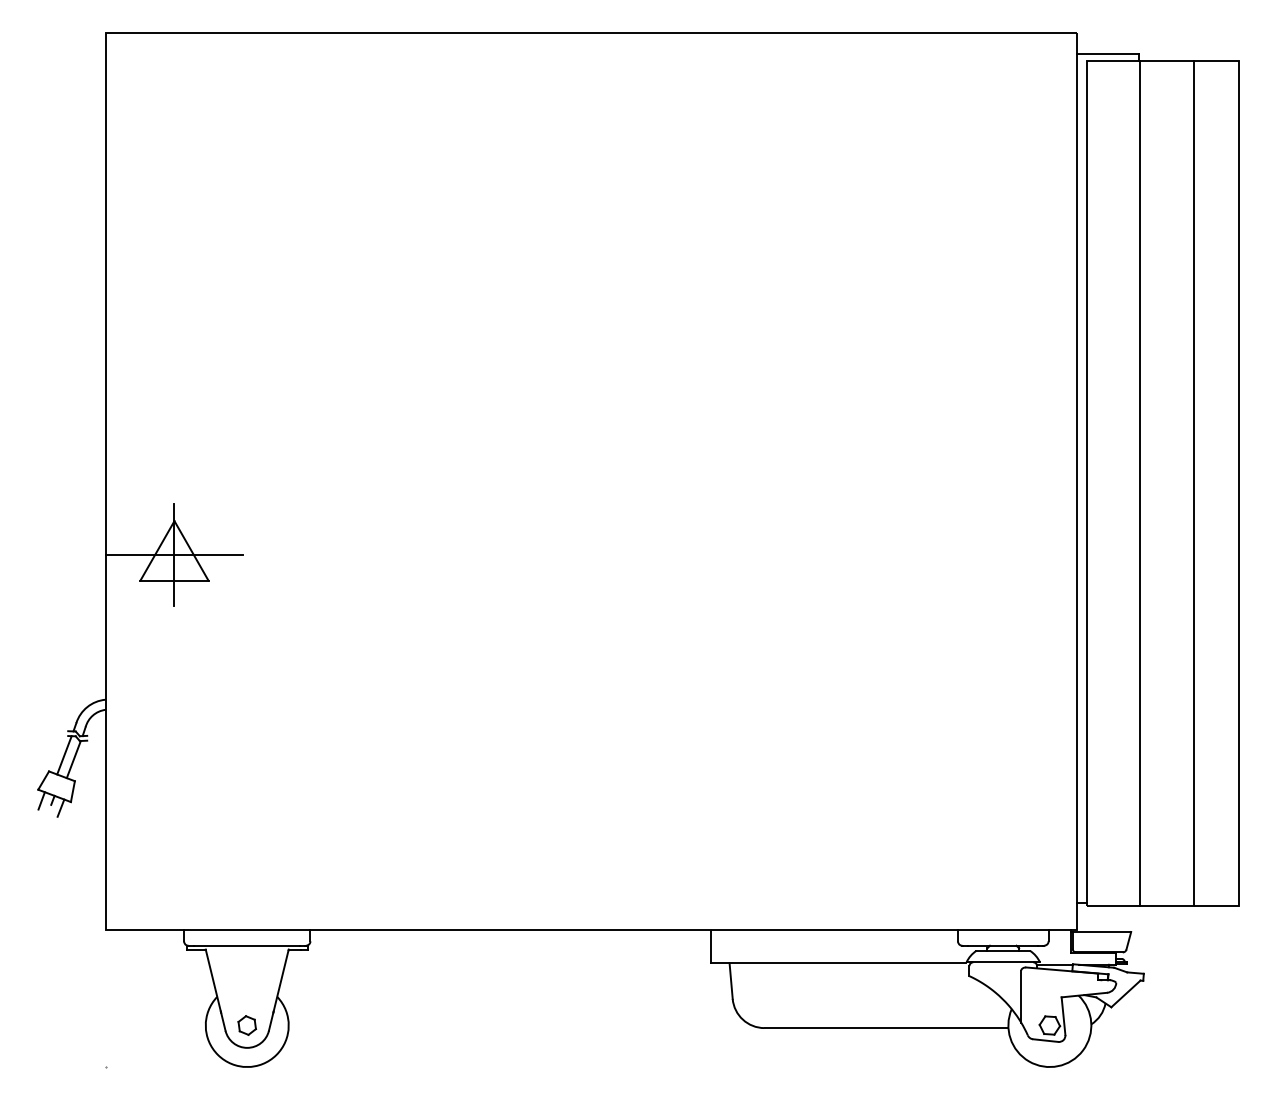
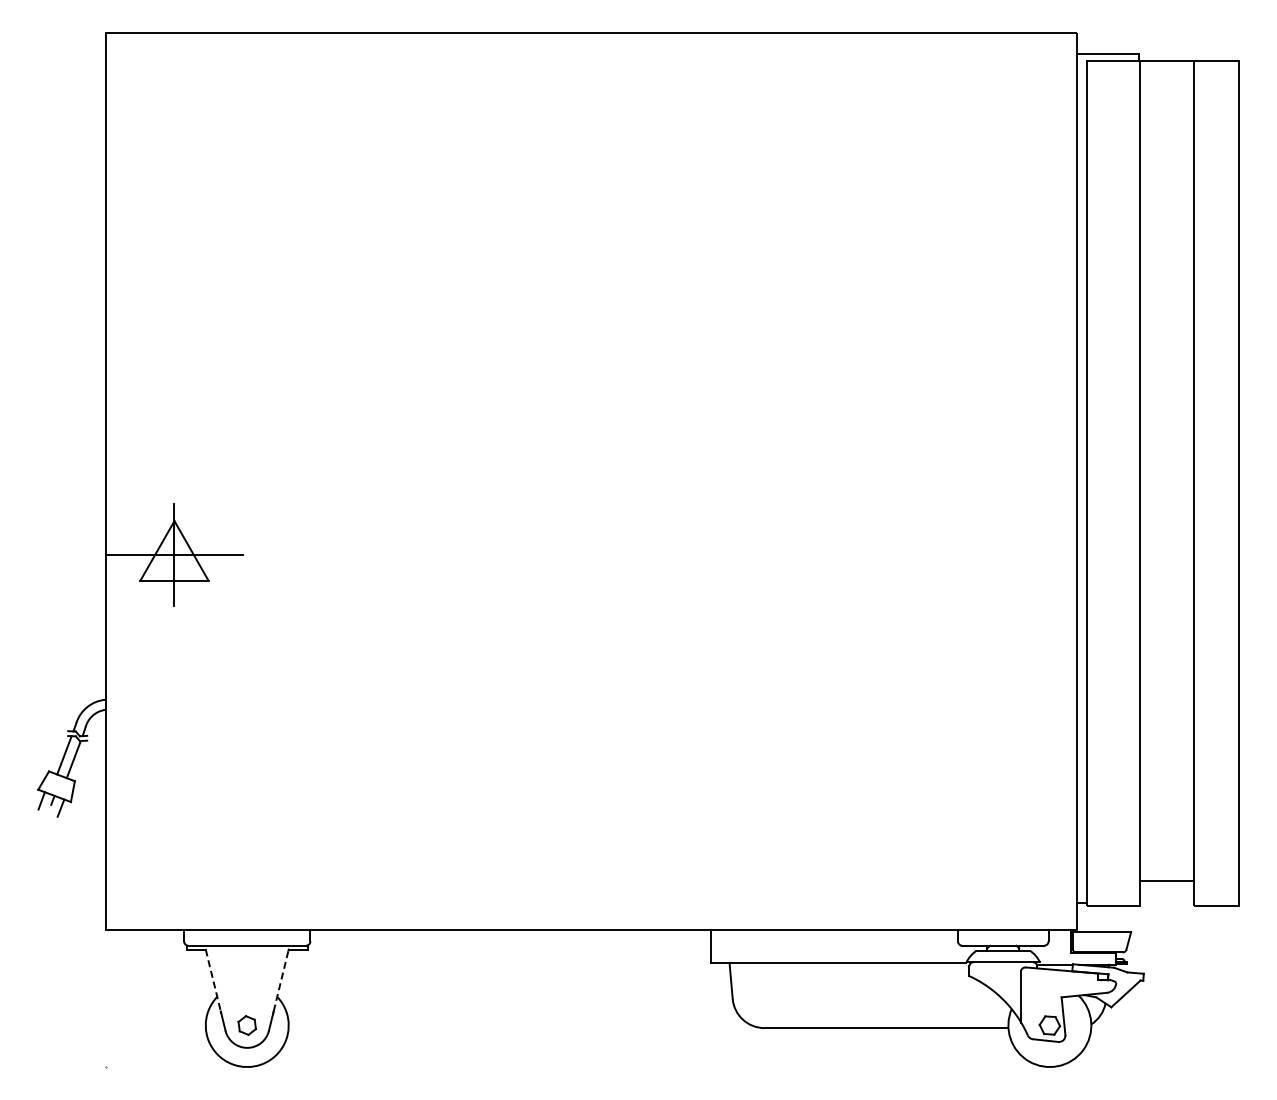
line at (1166, 906) position: (1166, 906) -> (1166, 881)
line at (213, 980): solid -> dashed
line at (281, 980): solid -> dashed
